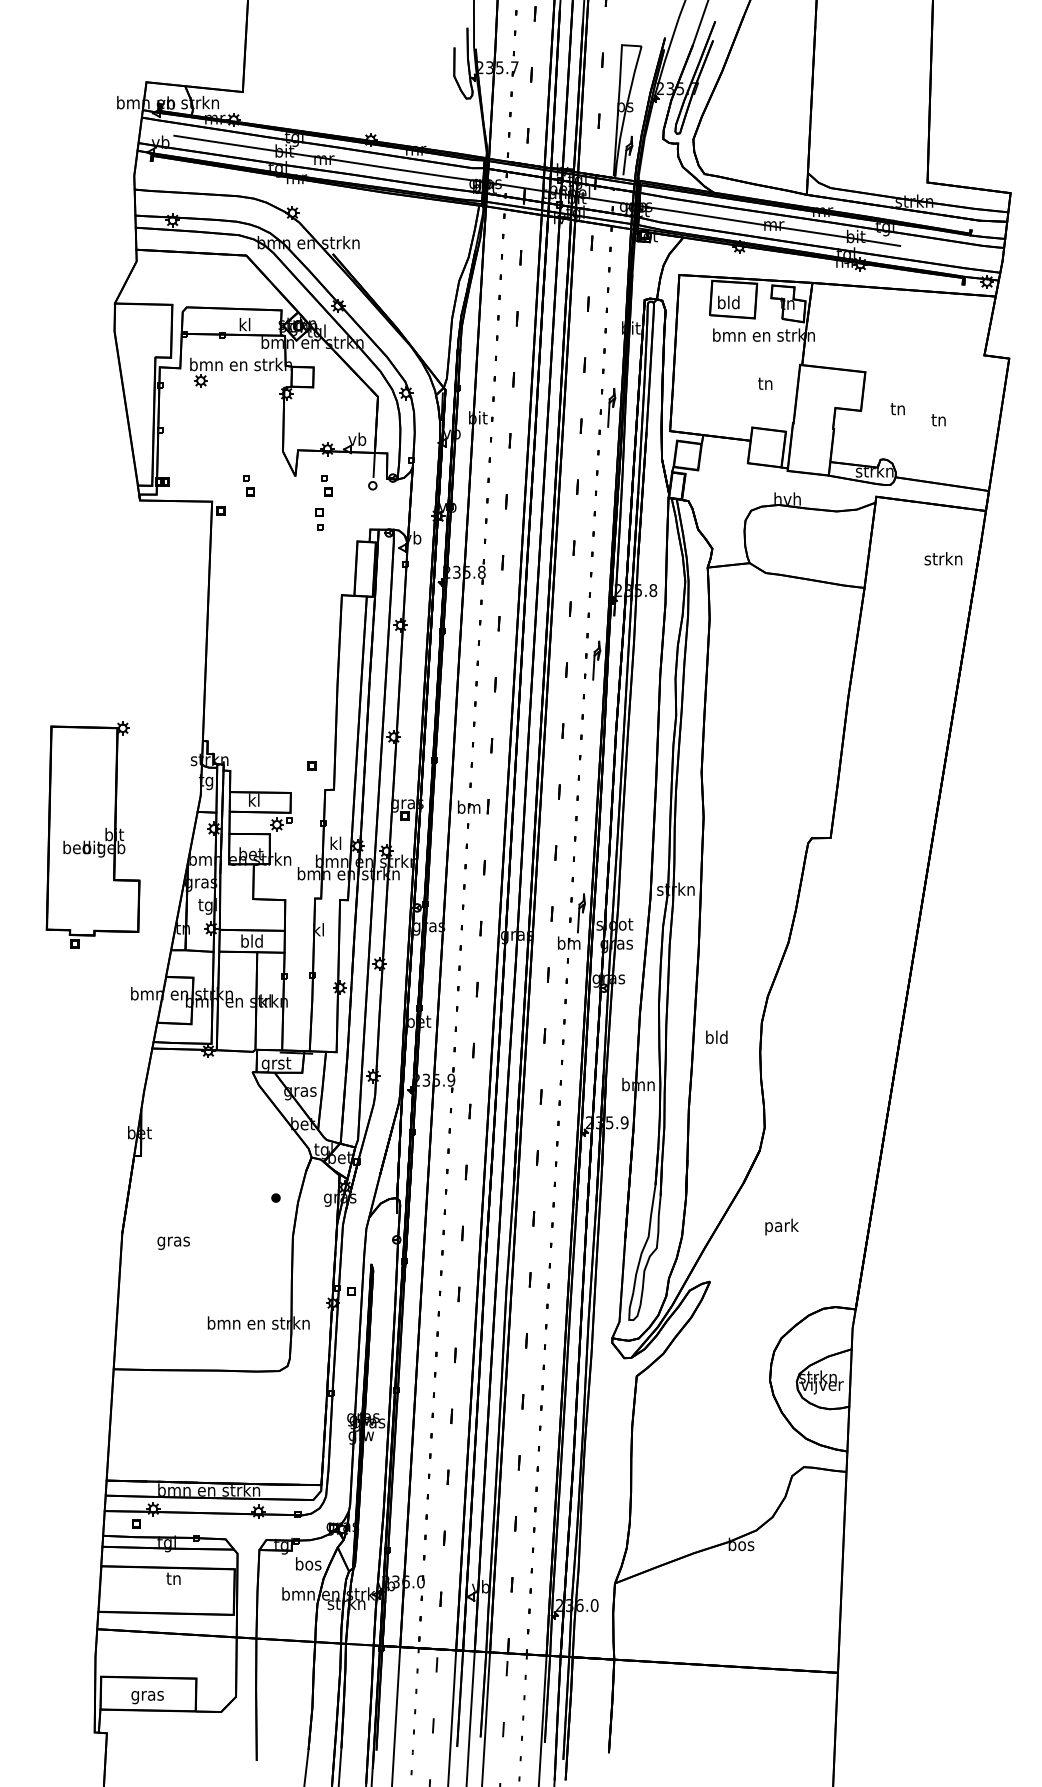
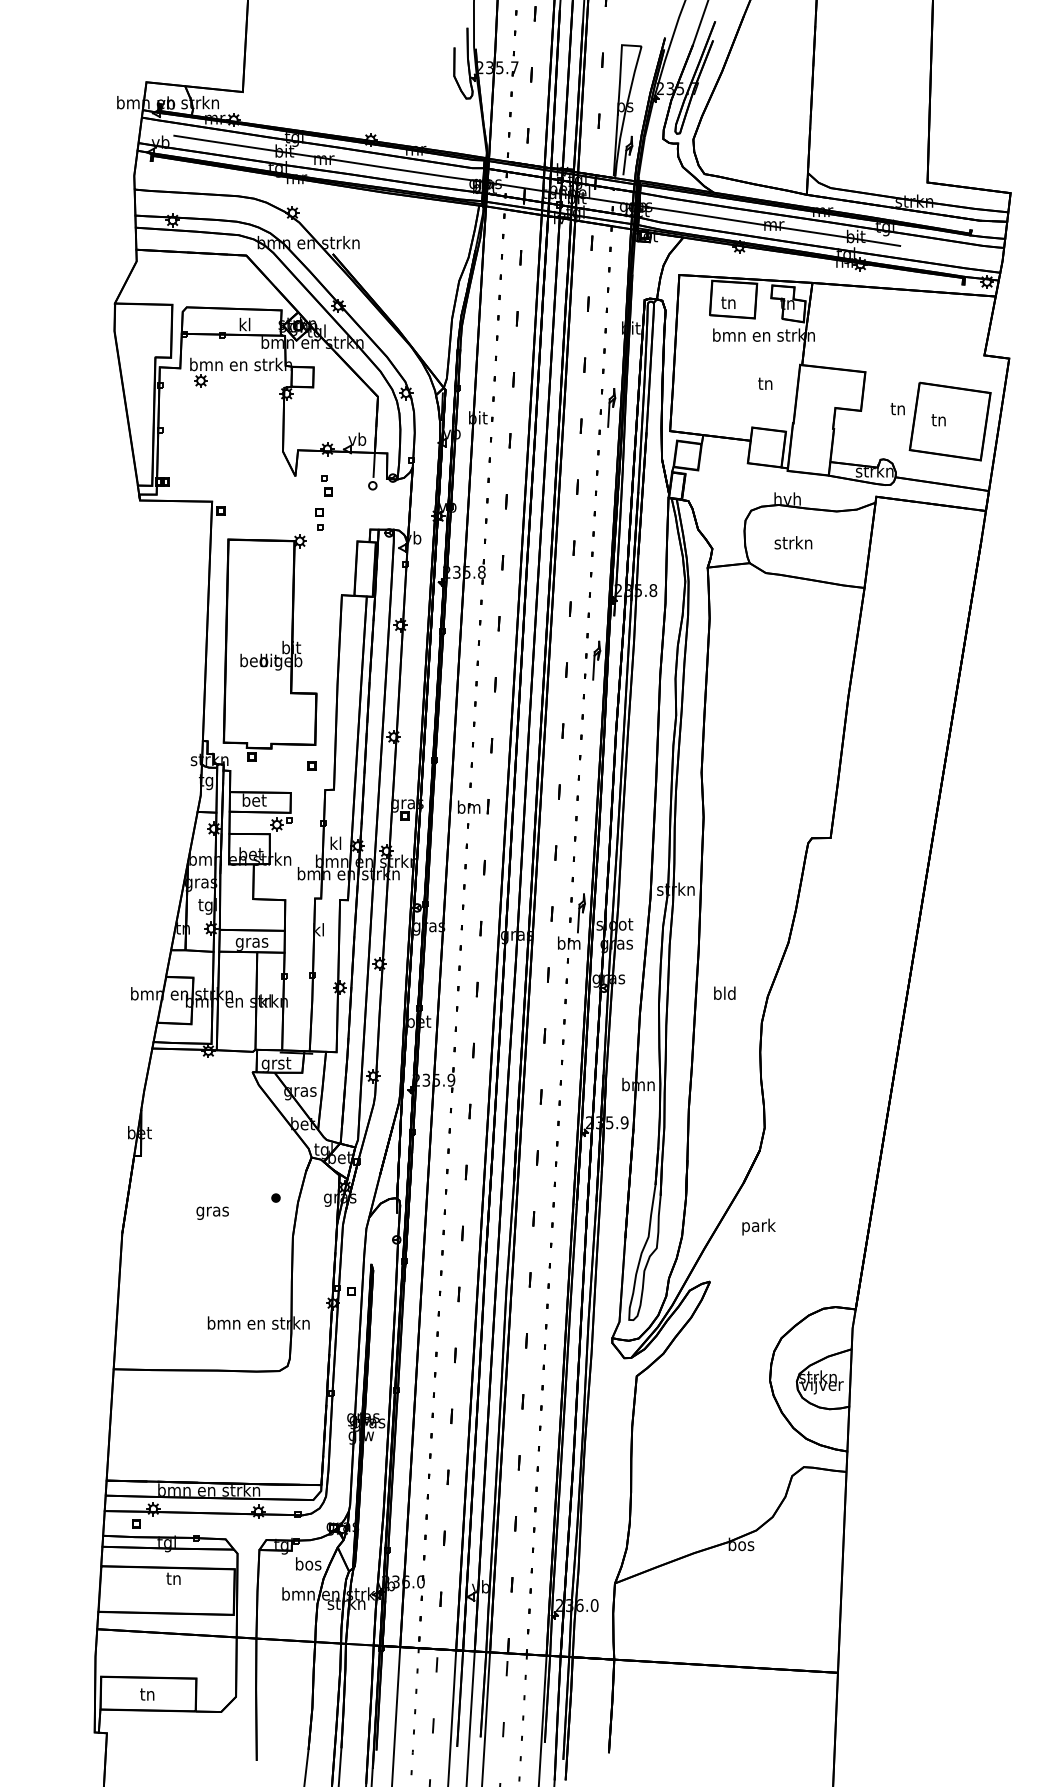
text at (728, 302): bld -> tn
part at (949, 421): none -> present
part at (248, 485): present -> none
text at (943, 558) position: (943, 558) -> (793, 542)
text at (254, 799): kl -> bet
part at (92, 834) position: (92, 834) -> (269, 647)
text at (251, 942): bld -> gras
text at (716, 1036) position: (716, 1036) -> (724, 992)
text at (781, 1226) position: (781, 1226) -> (758, 1226)
text at (173, 1242) position: (173, 1242) -> (212, 1212)
text at (147, 1696): gras -> tn
